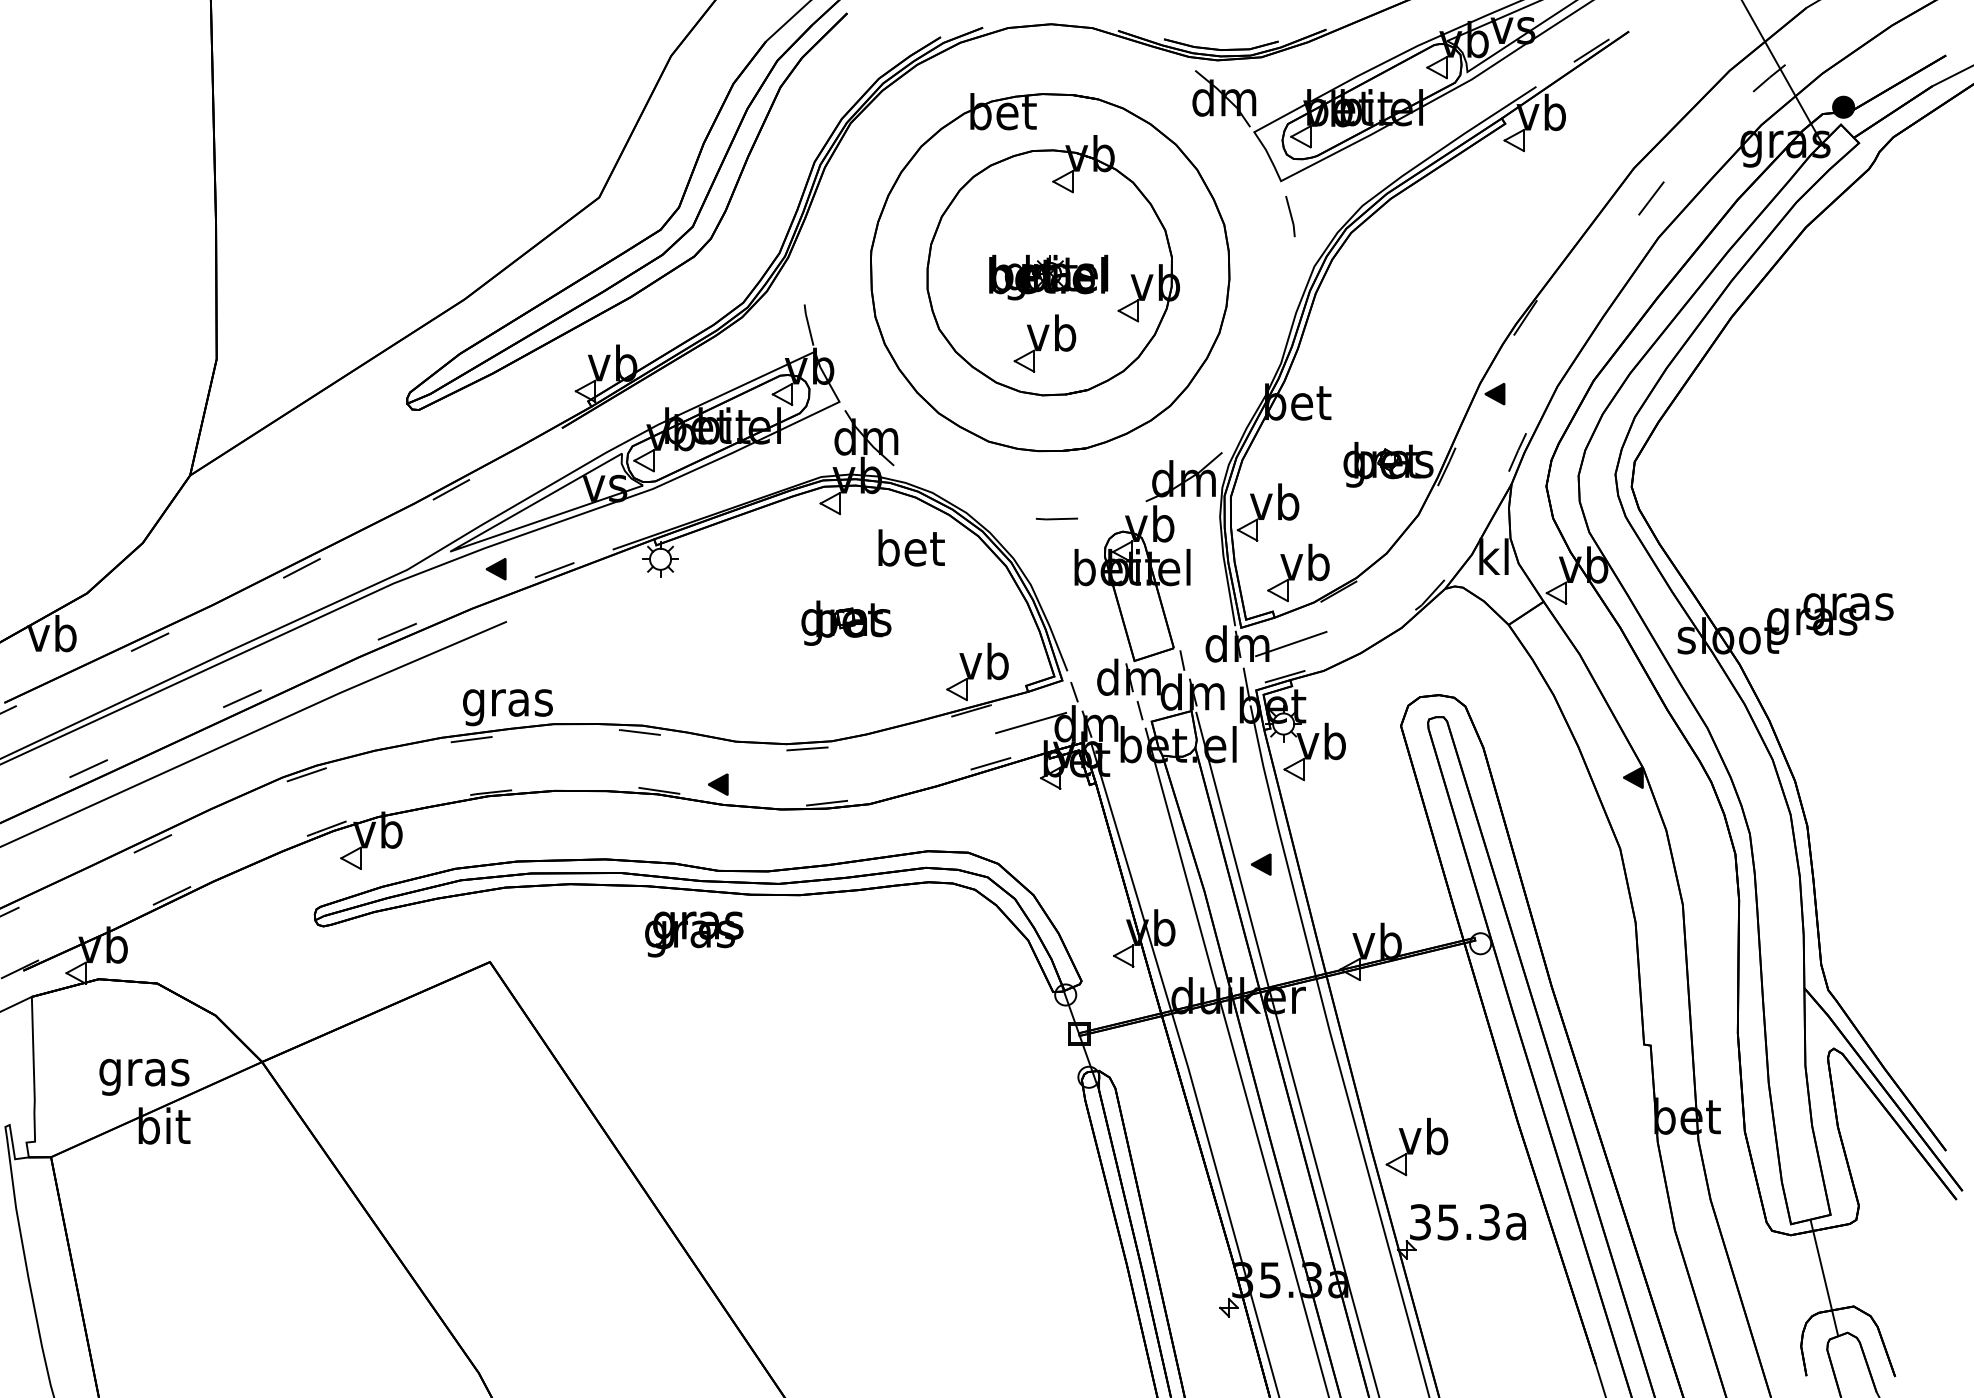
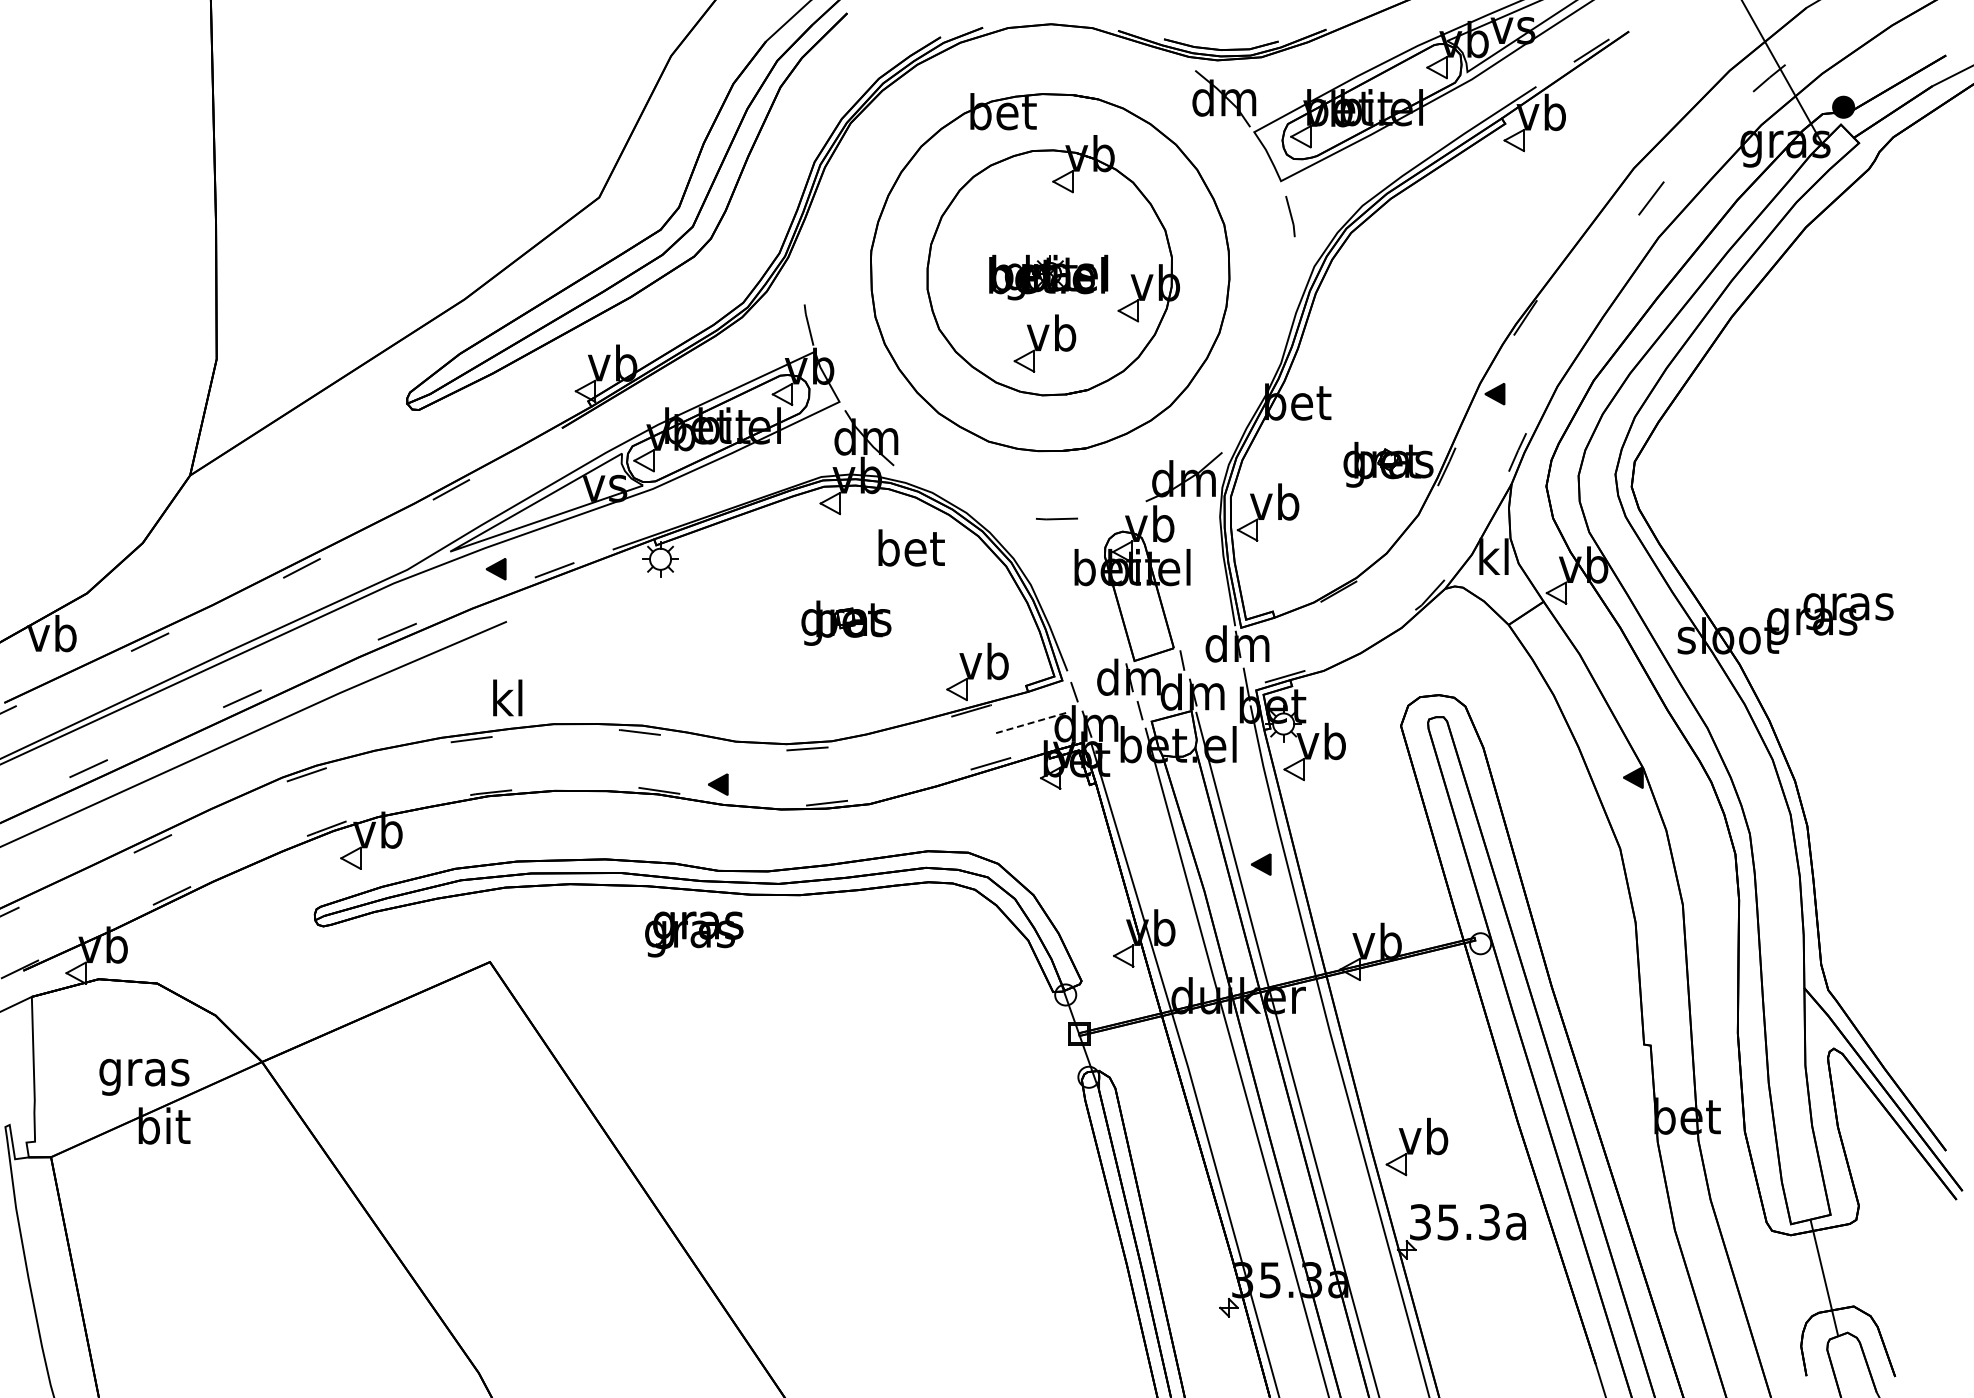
part at (1298, 572): present -> none
line at (1291, 643): present -> none
text at (507, 702): gras -> kl
line at (1030, 723): solid -> dashed
